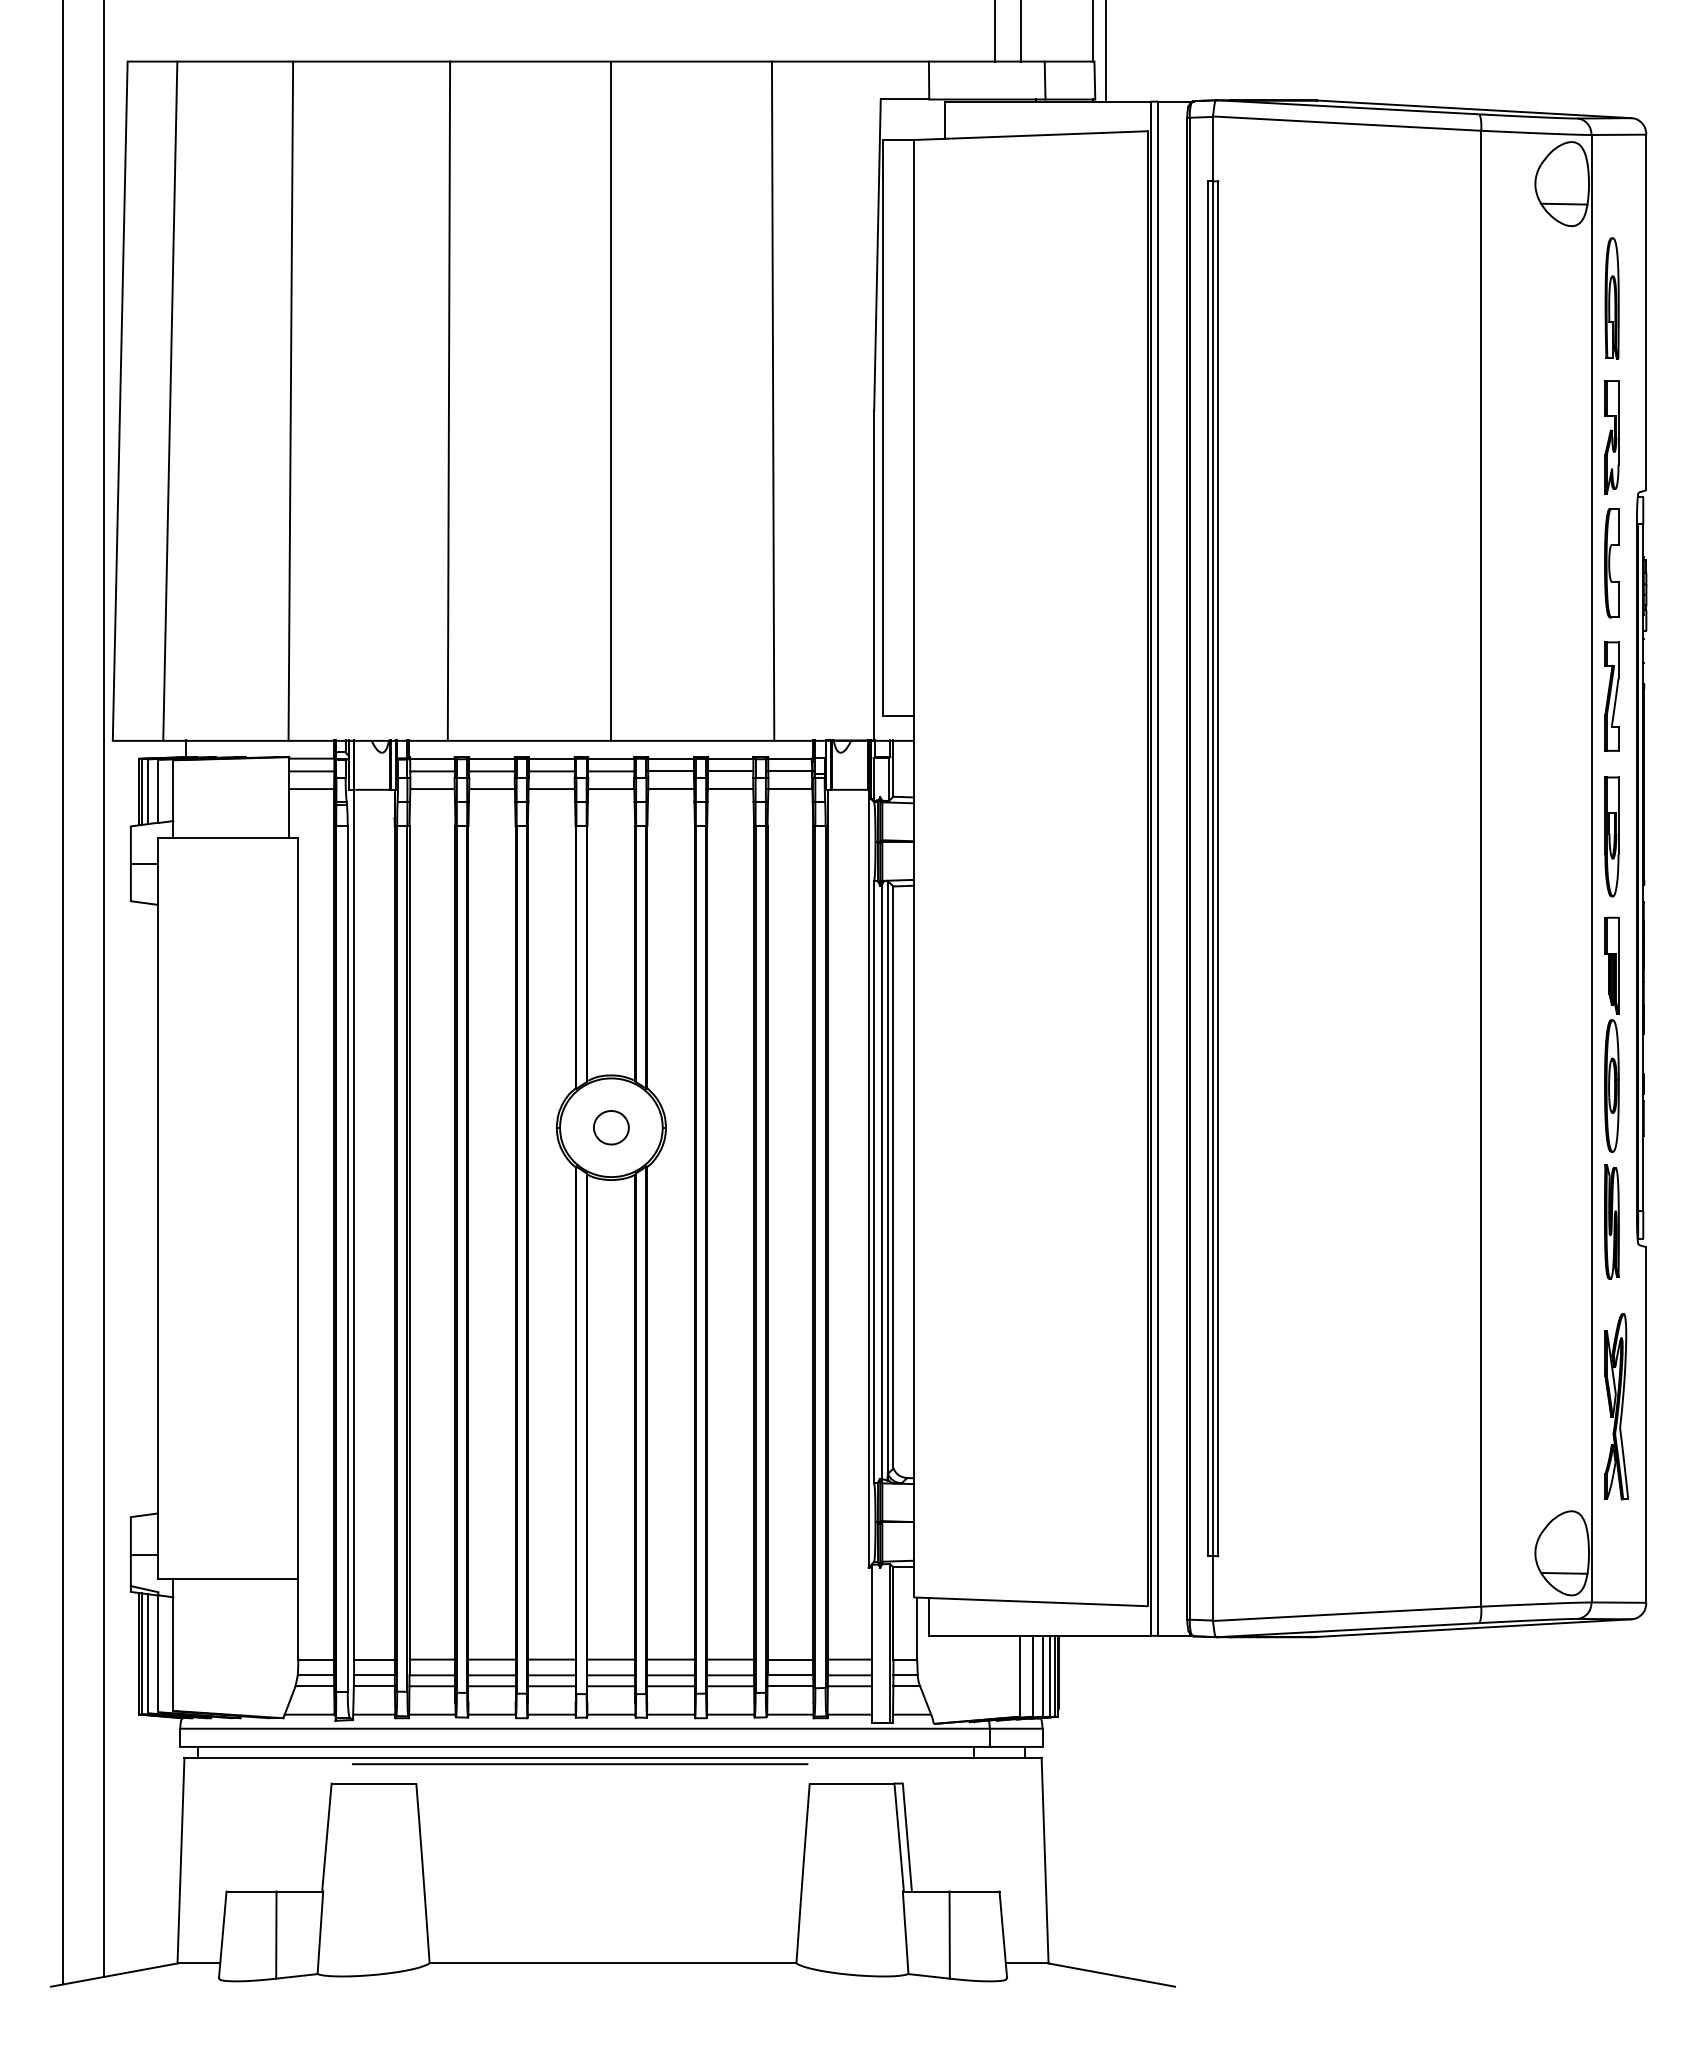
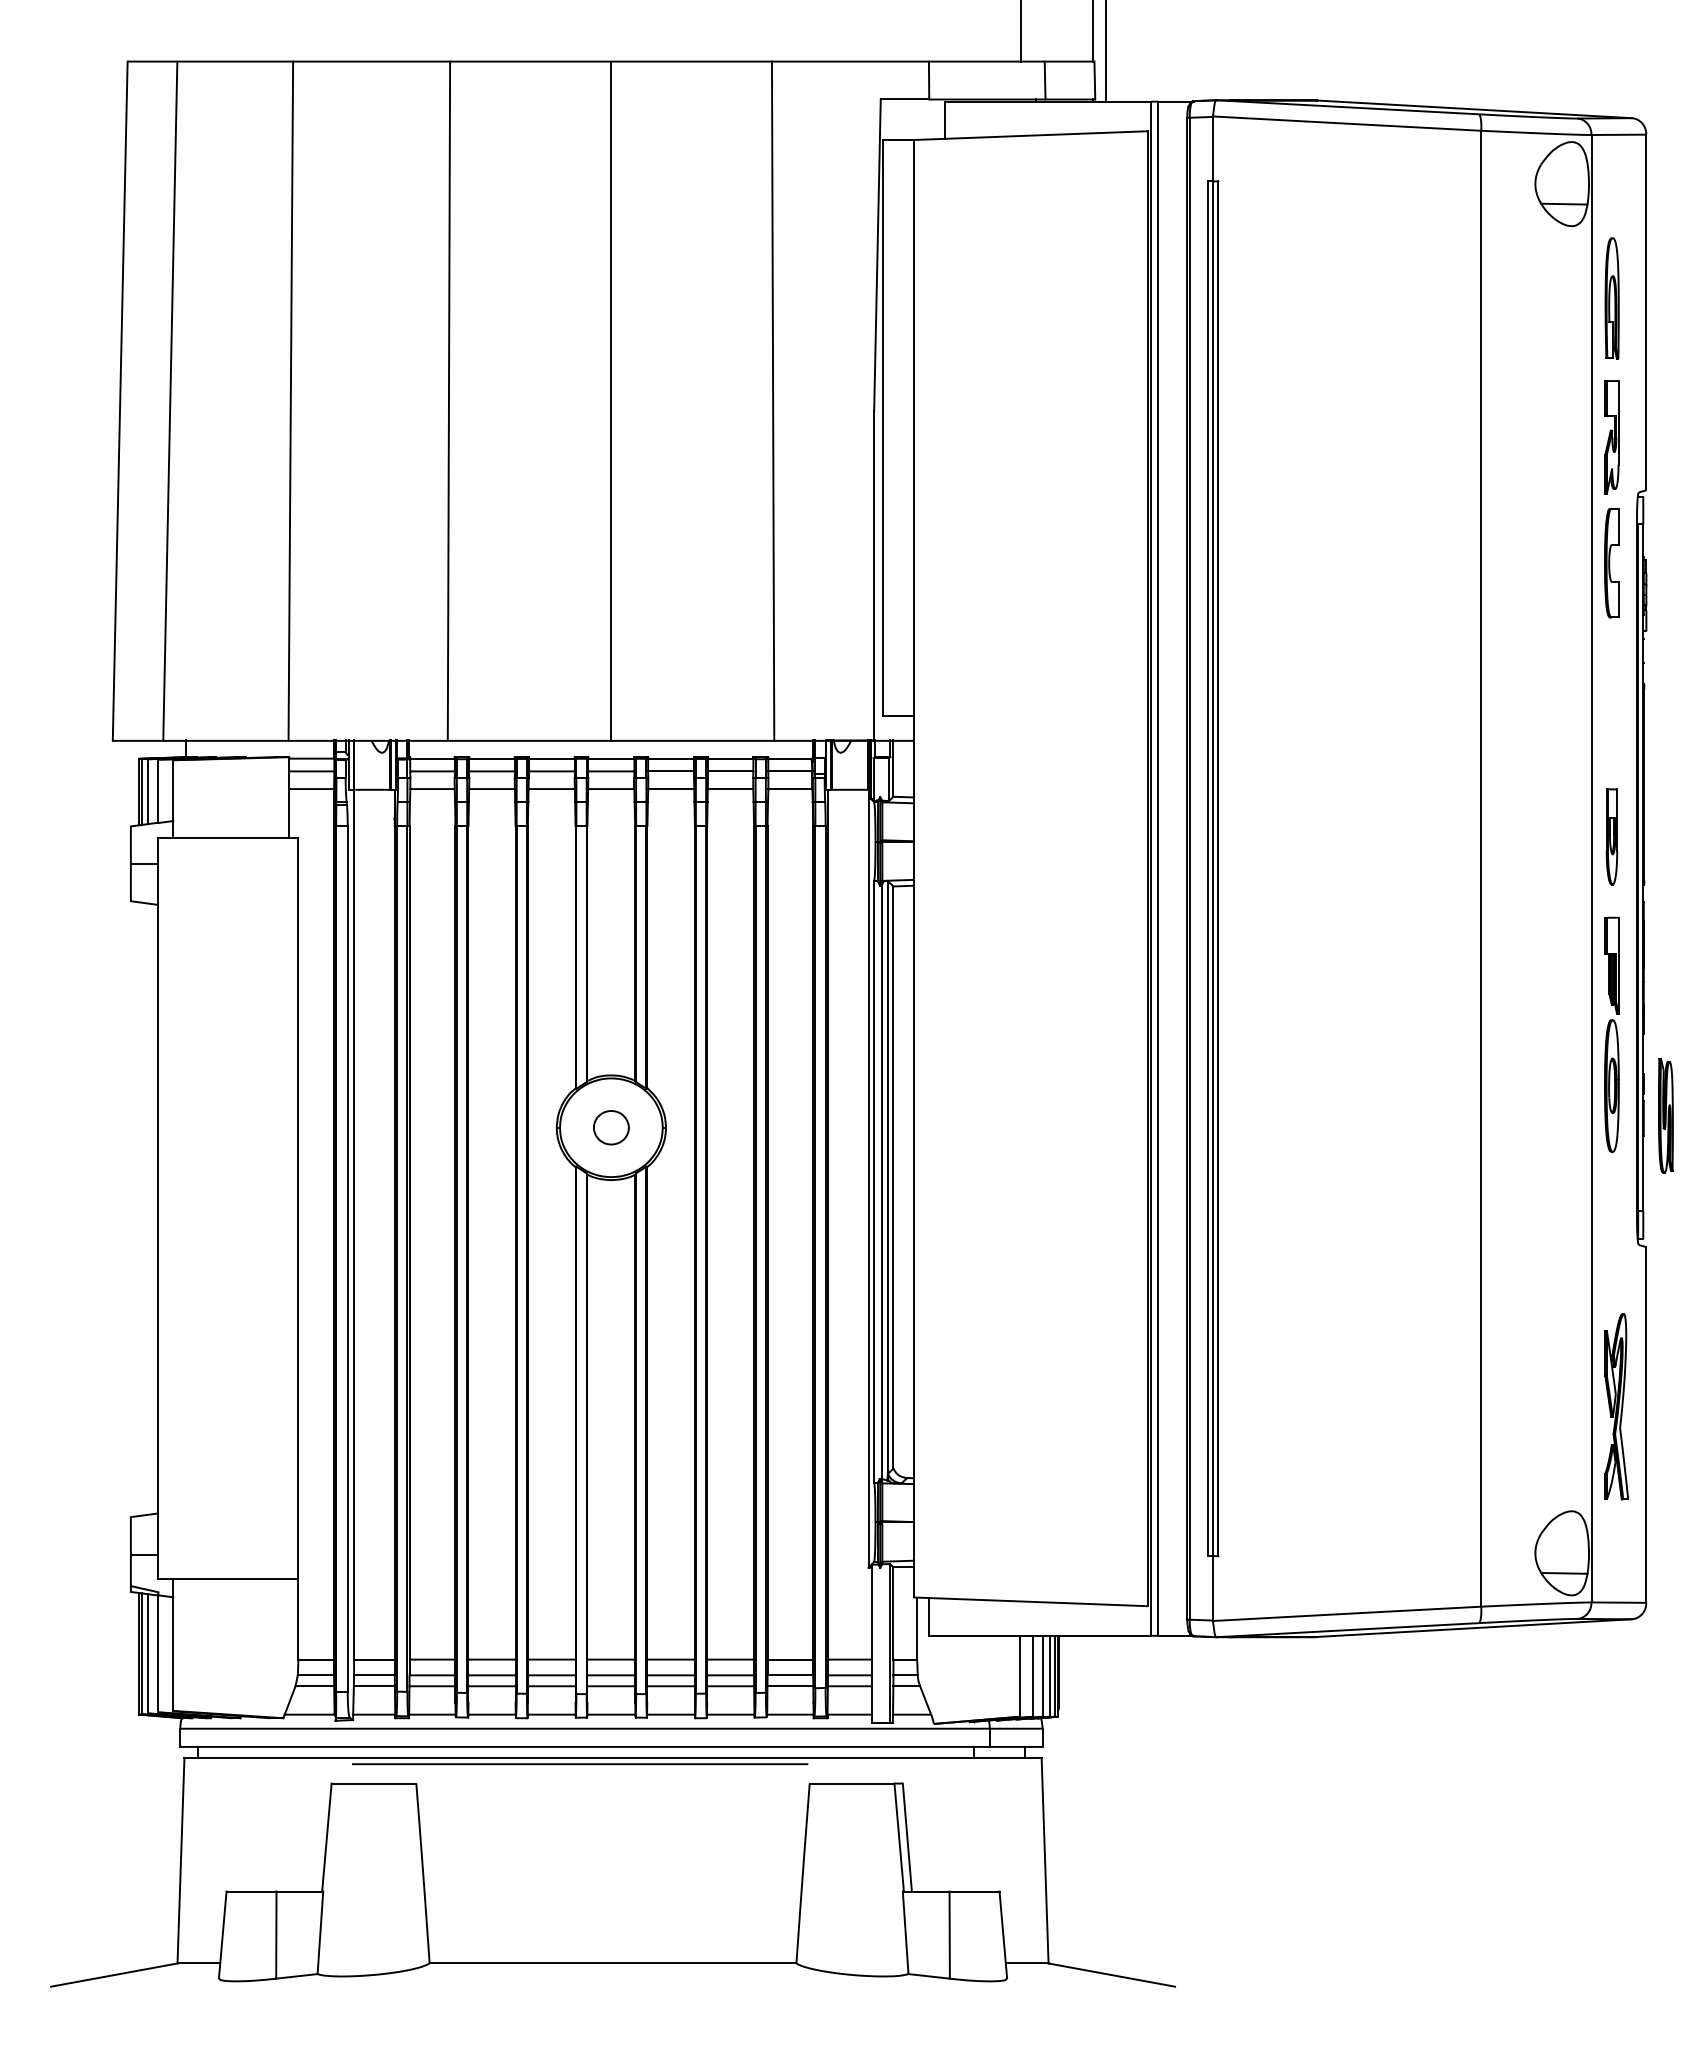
line at (995, 31): present -> none
part at (1611, 696): present -> none
part at (1611, 836) size: 16x122 px -> 14x98 px
line at (104, 989): present -> none
line at (63, 993): present -> none
part at (1611, 1221) position: (1611, 1221) -> (1665, 1115)
